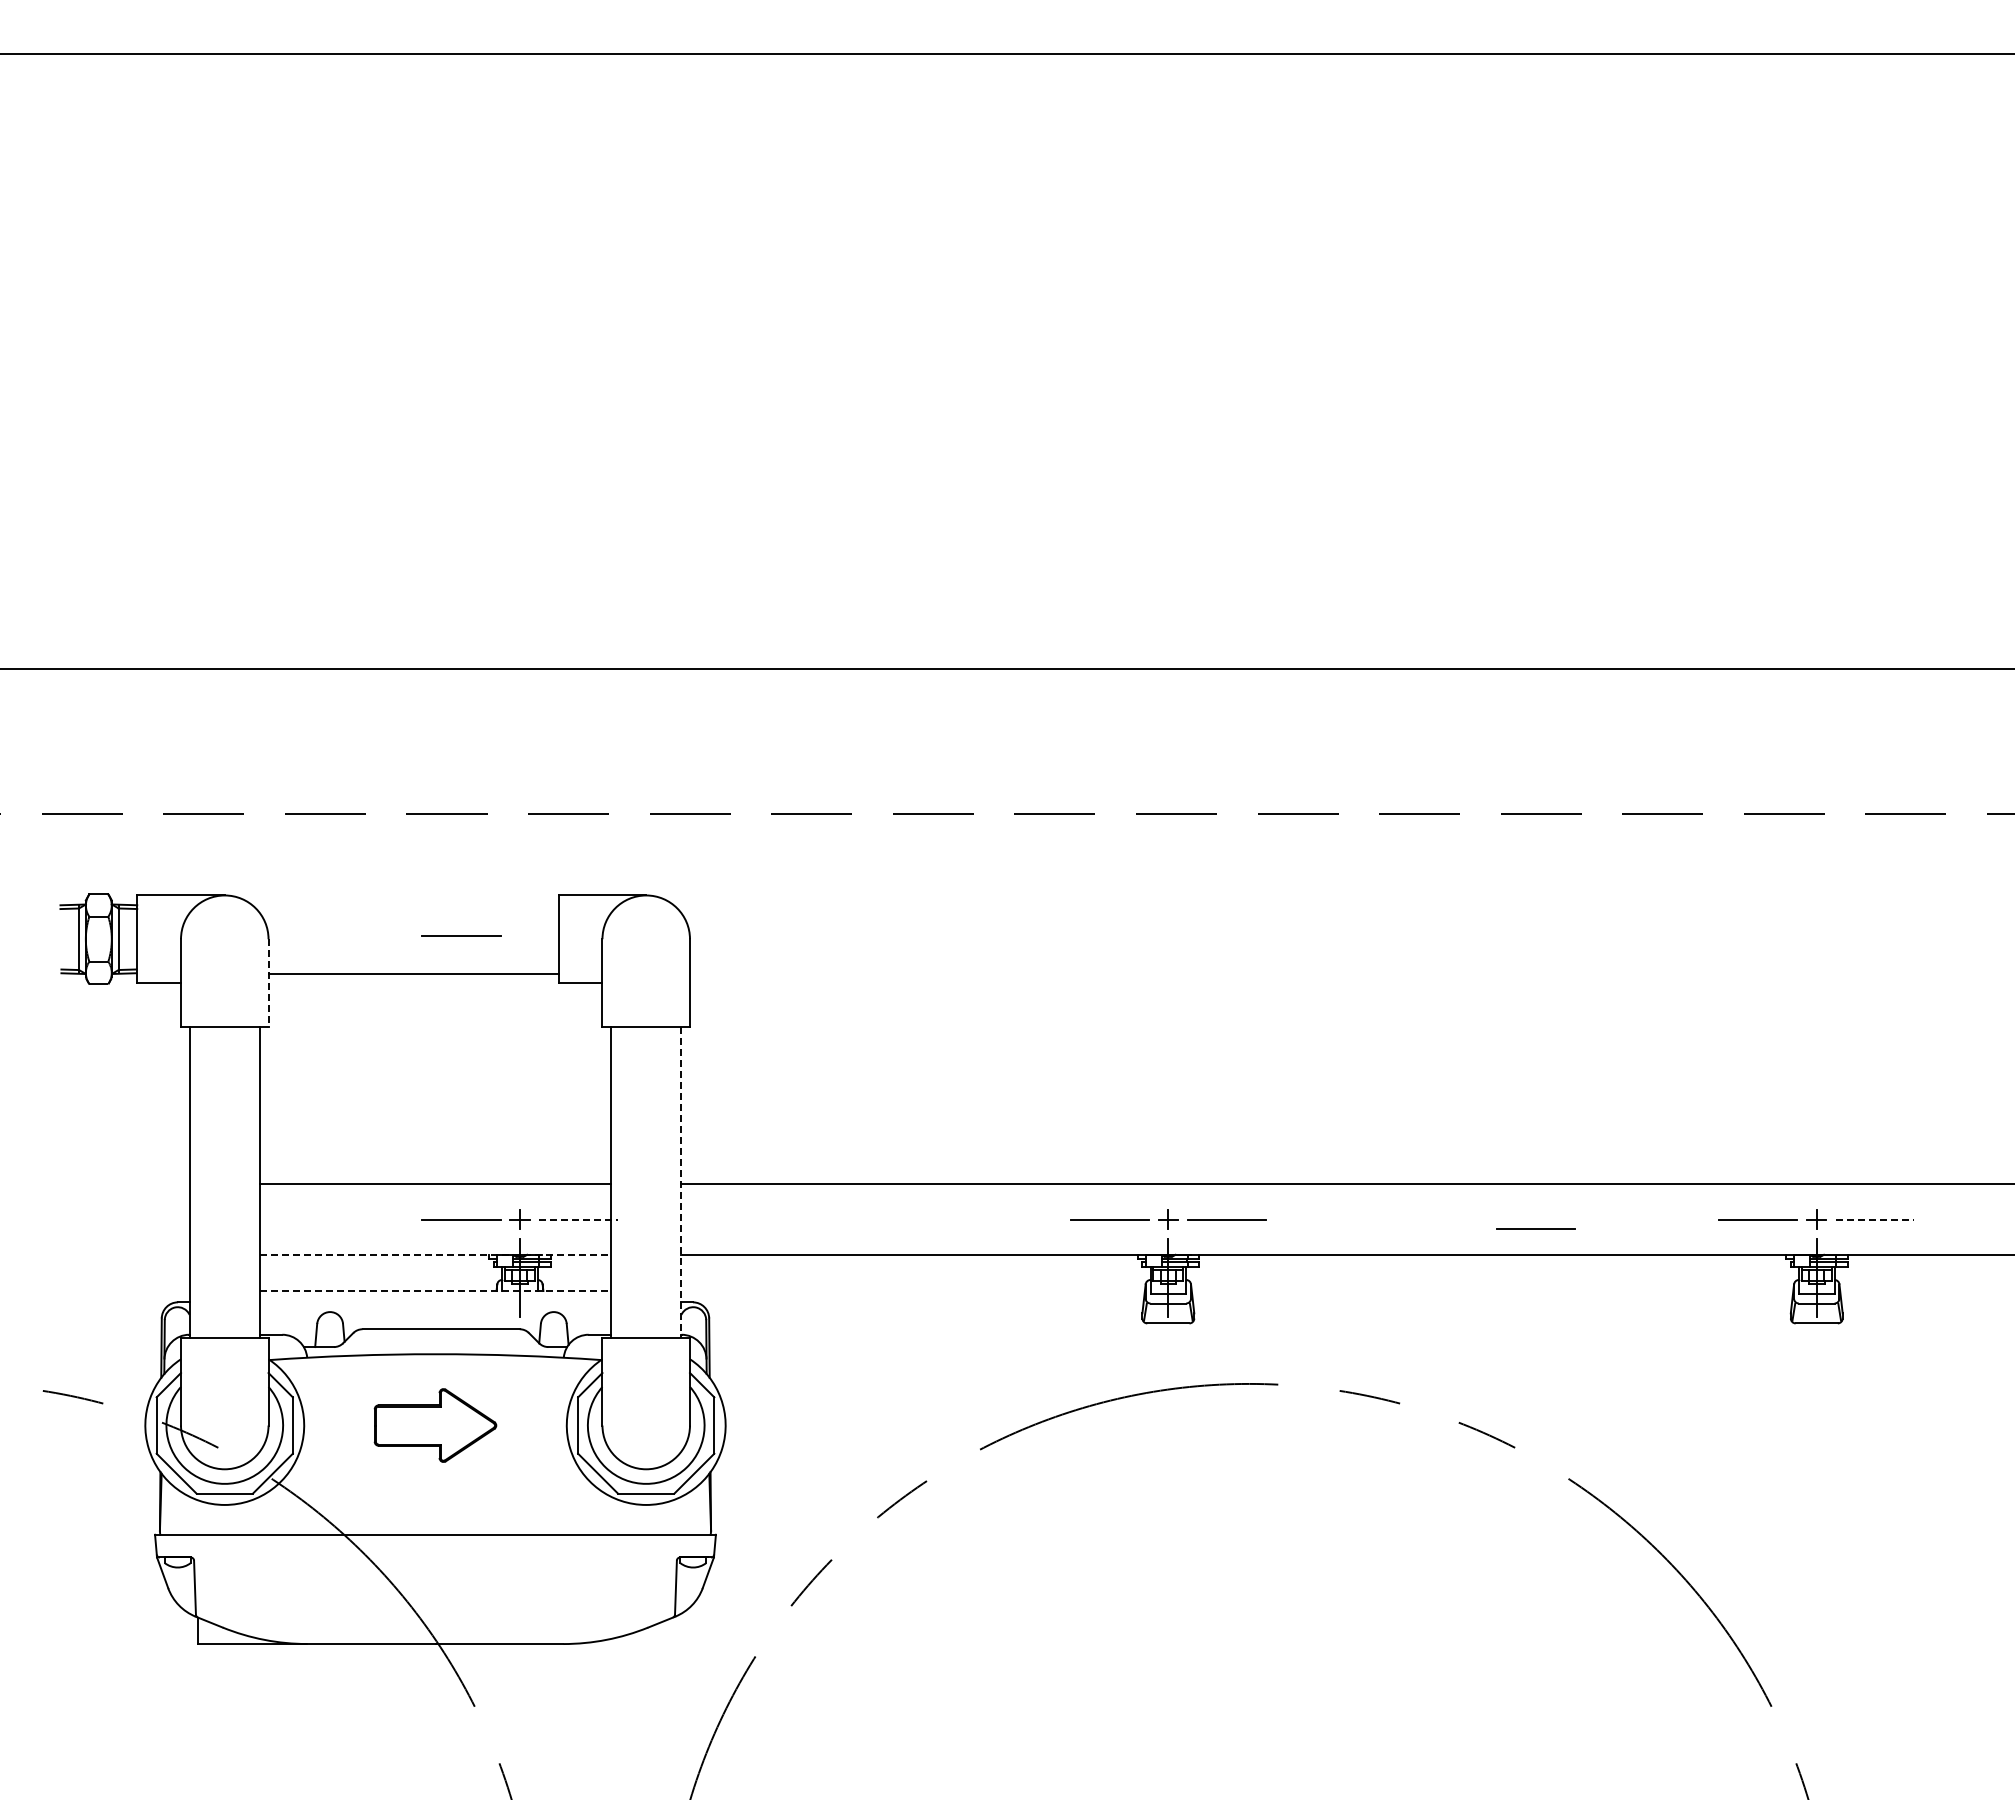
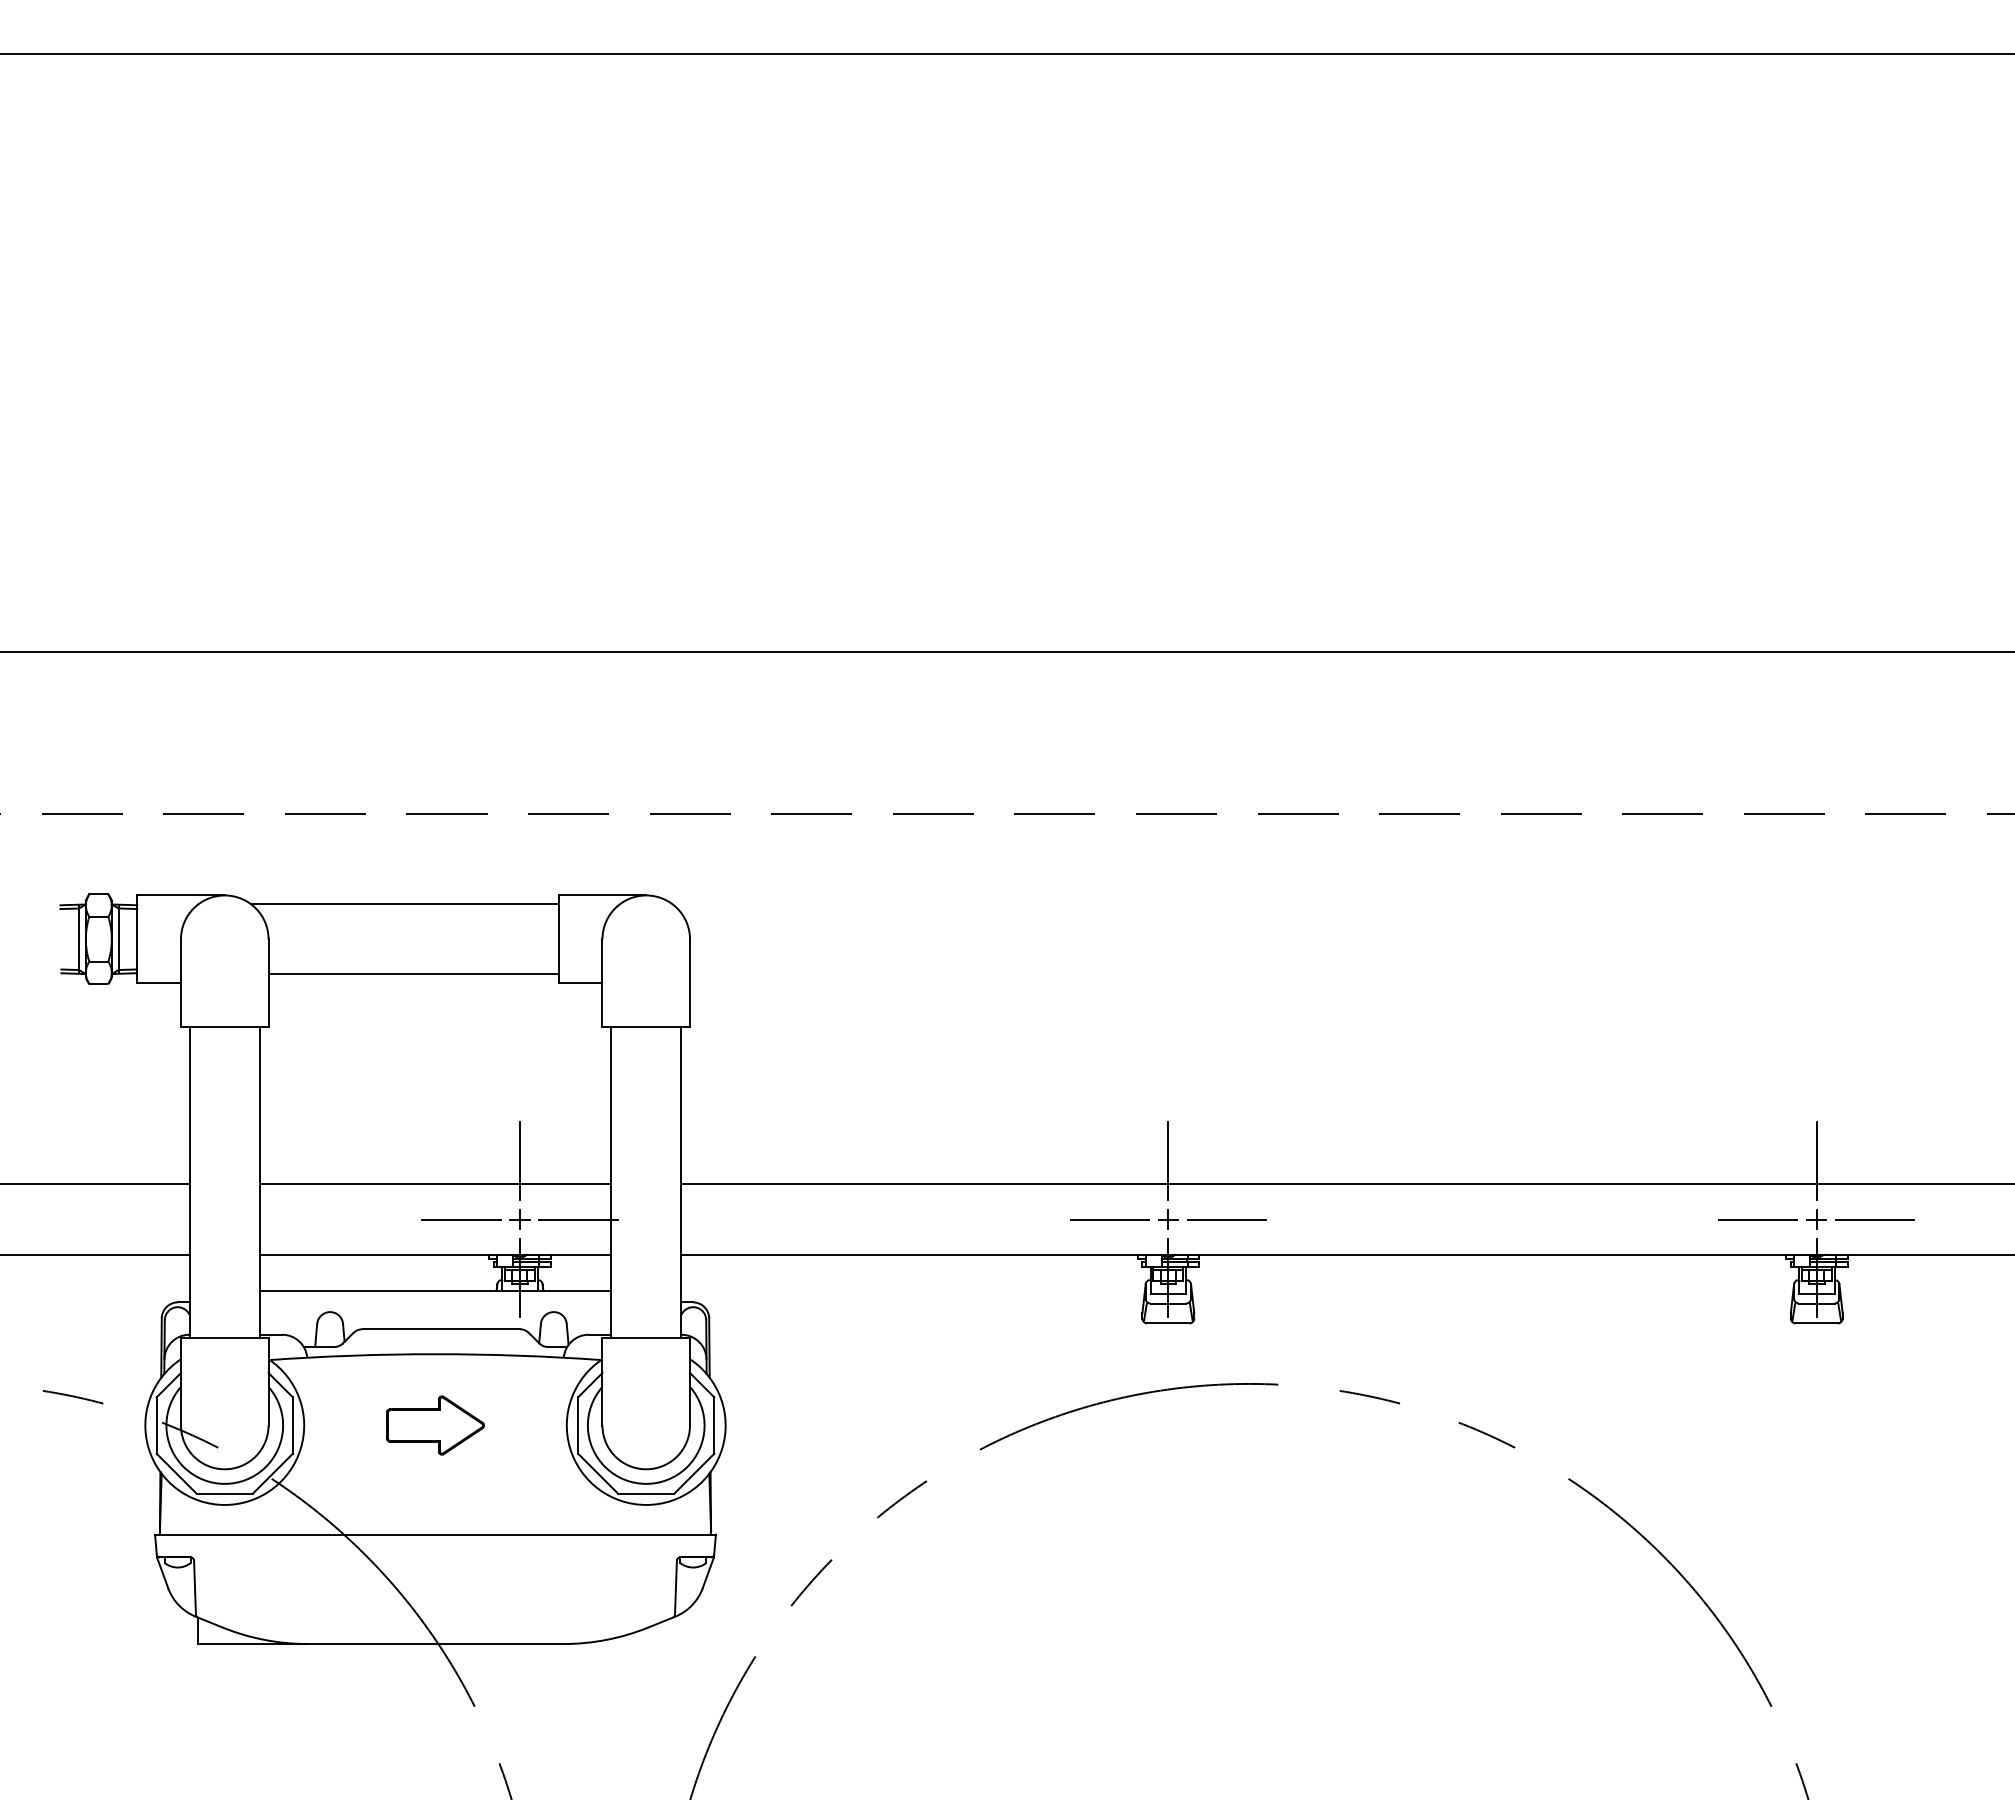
line at (1006, 669) position: (1006, 669) -> (1006, 652)
line at (404, 904): none -> present
line at (461, 935): present -> none
line at (268, 983): dashed -> solid
line at (519, 1161): none -> present
line at (1168, 1161): none -> present
line at (1816, 1161): none -> present
line at (681, 1182): dashed -> solid
line at (95, 1184): none -> present
line at (579, 1219): dashed -> solid
line at (1875, 1219): dashed -> solid
line at (1535, 1228): present -> none
line at (95, 1254): none -> present
line at (435, 1254): dashed -> solid
line at (435, 1291): dashed -> solid
part at (435, 1425) size: 125x75 px -> 99x61 px
